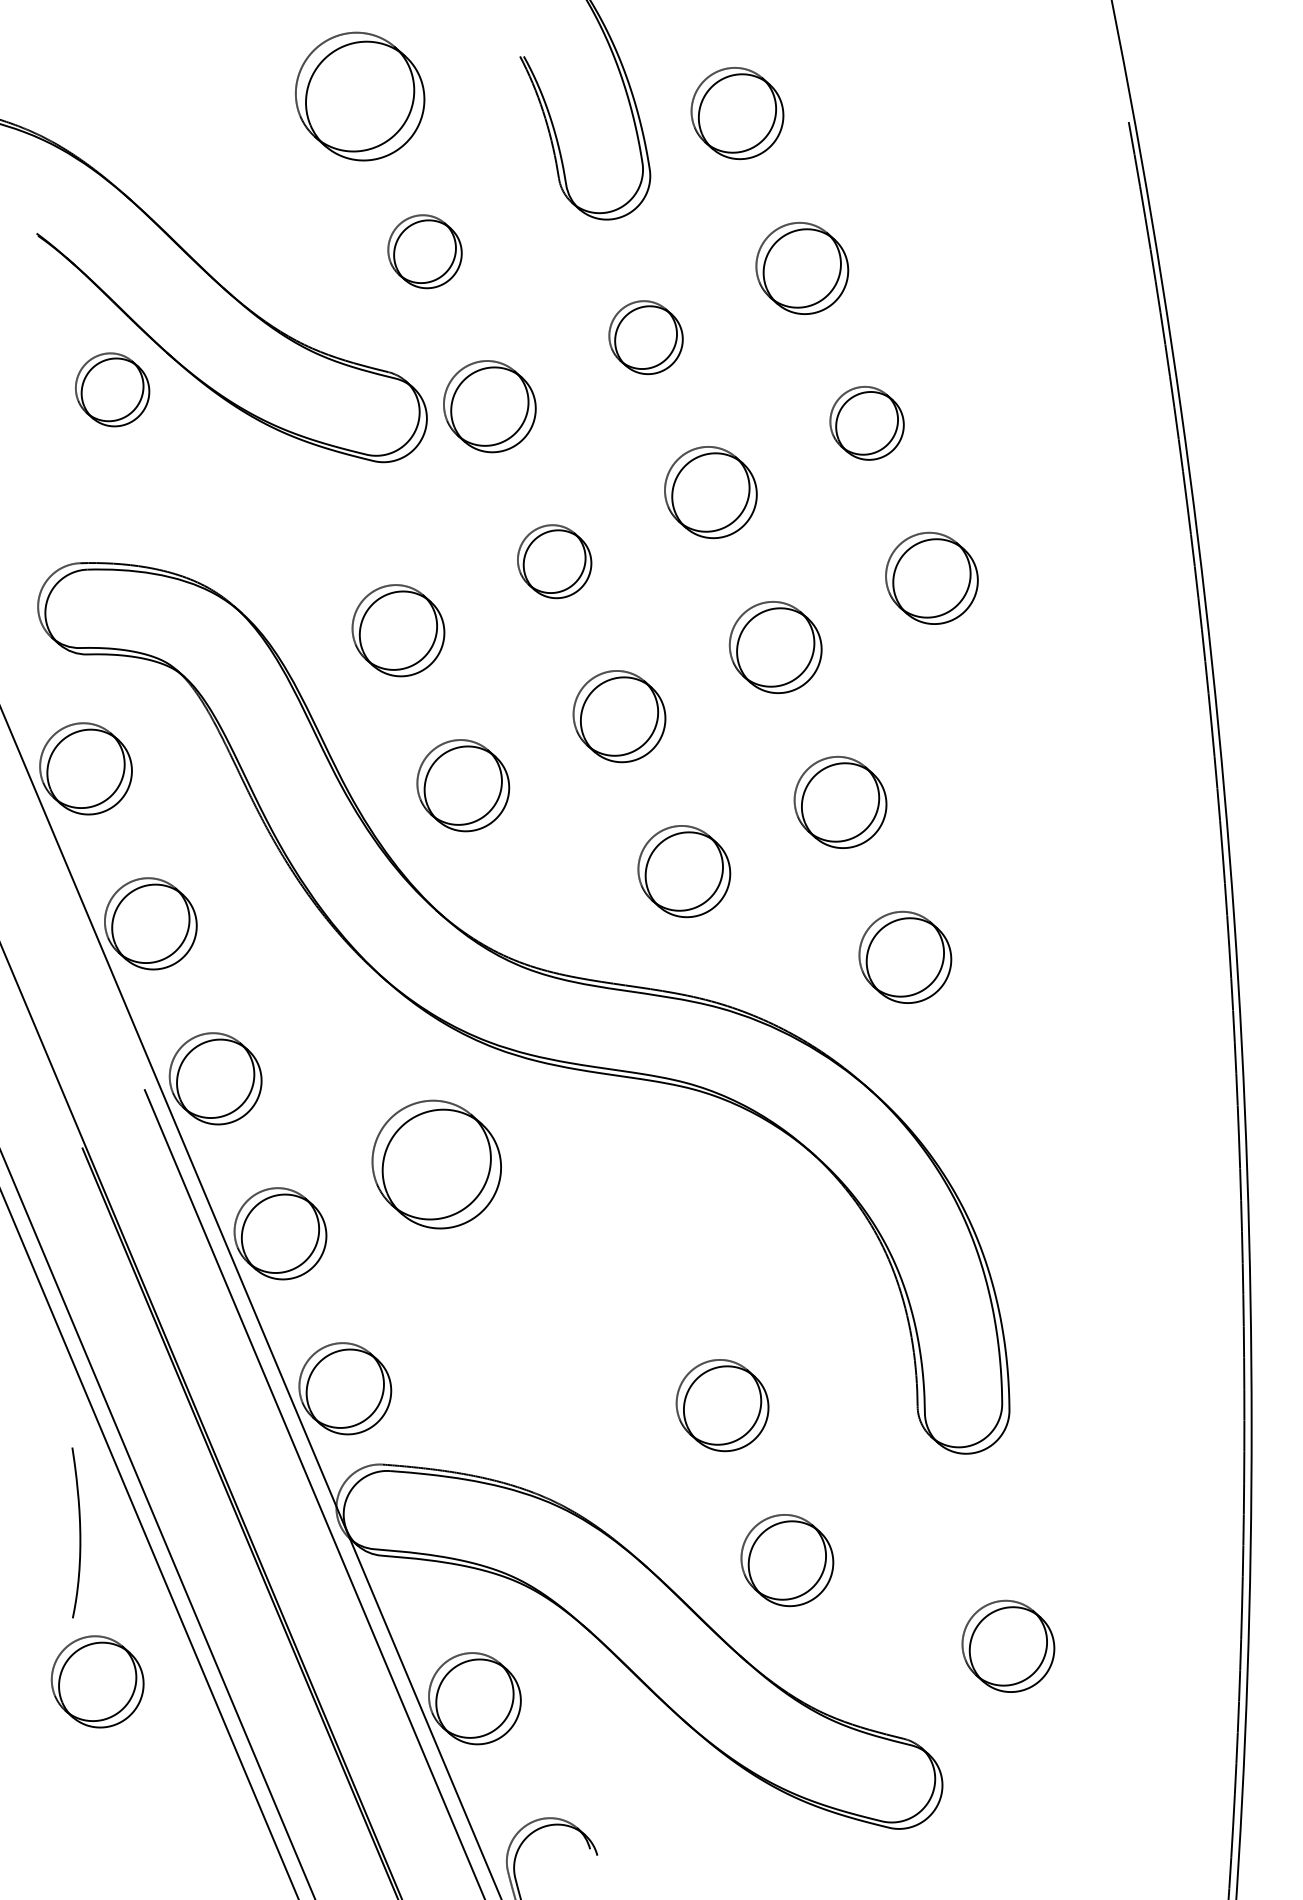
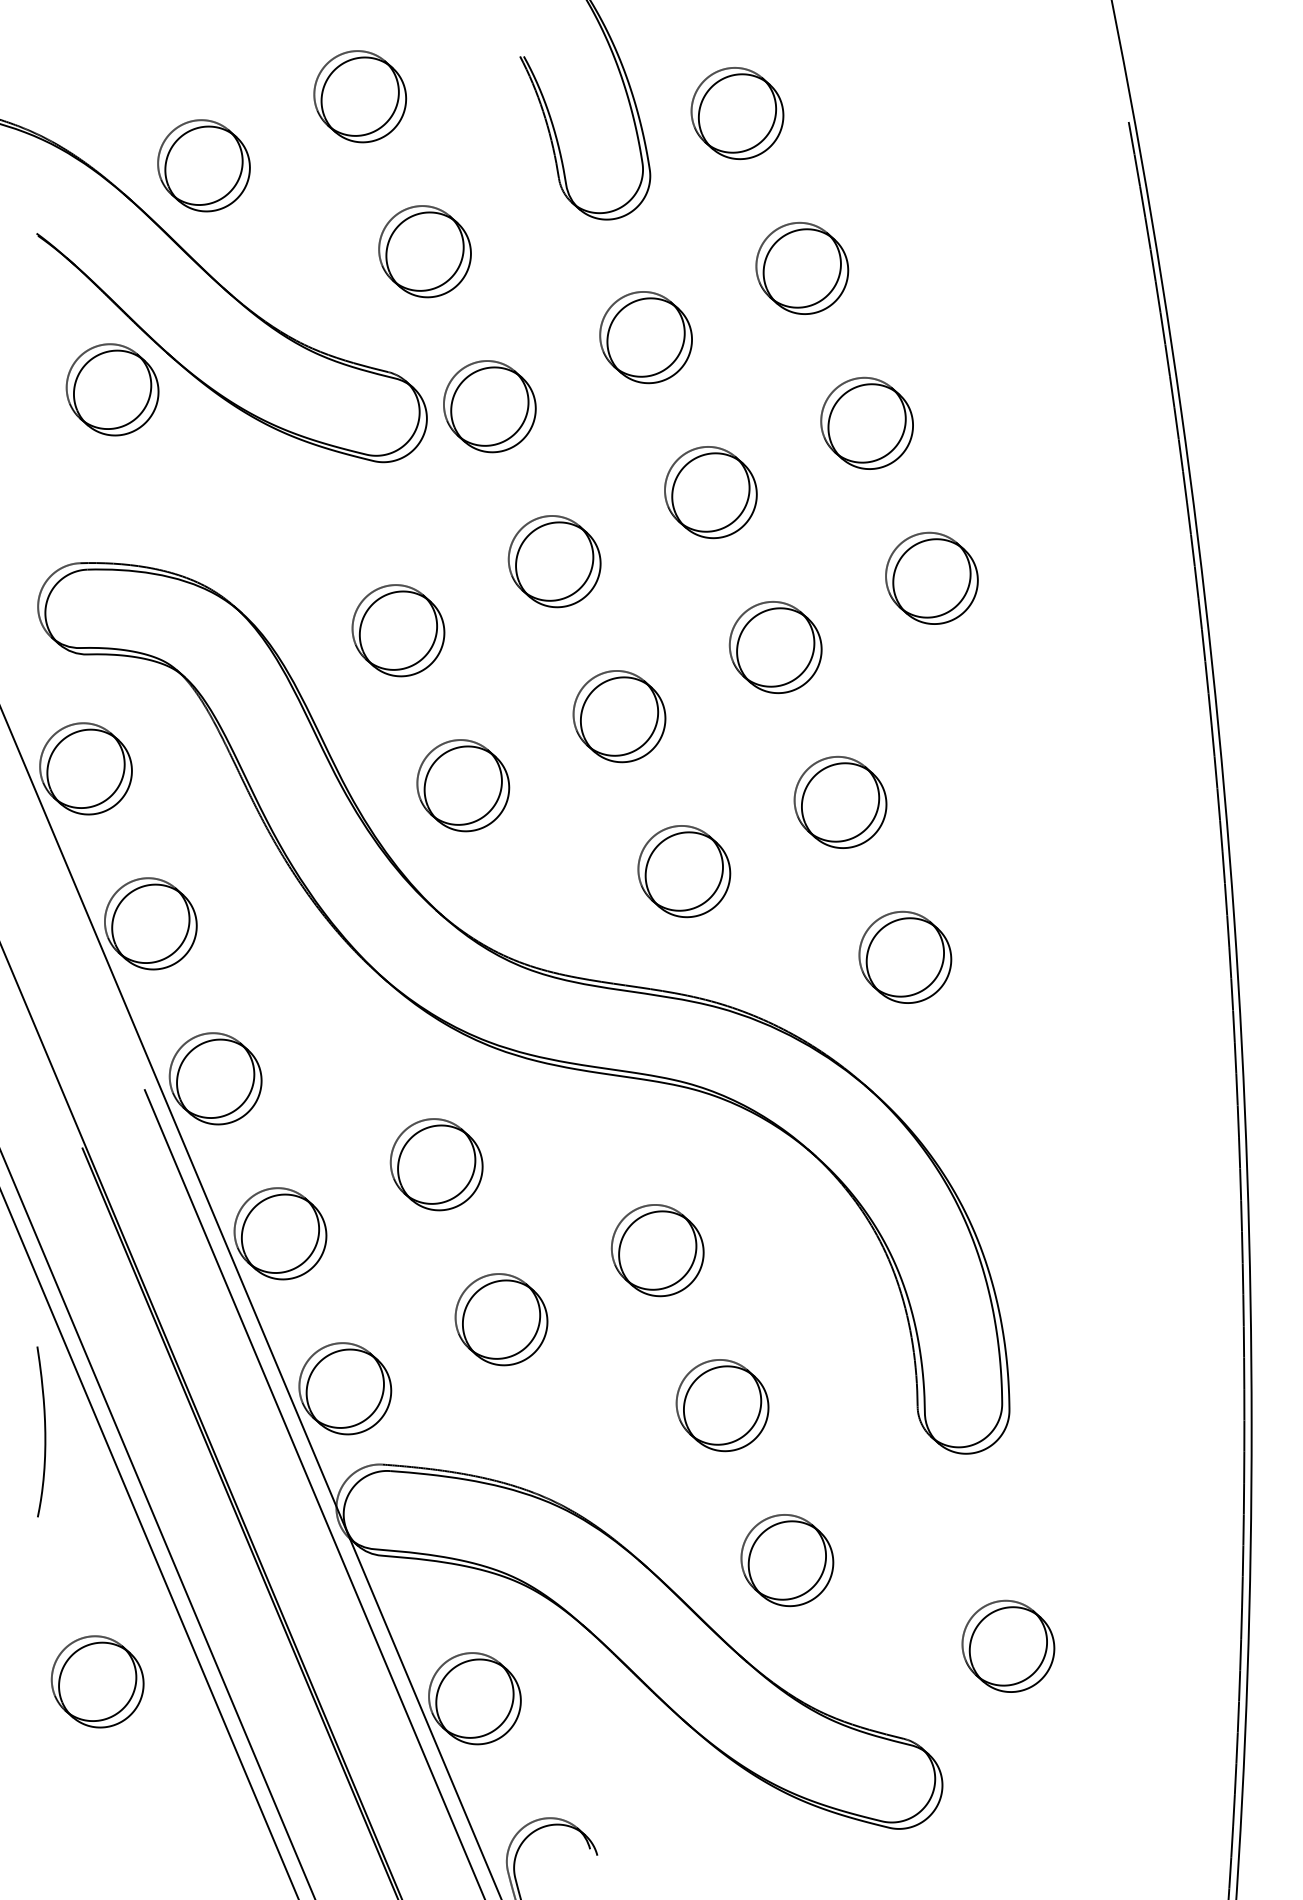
part at (360, 96) size: 131x131 px -> 95x94 px
part at (203, 165): none -> present
part at (424, 251) size: 76x76 px -> 94x94 px
part at (645, 337) size: 76x76 px -> 94x94 px
part at (112, 389) size: 76x76 px -> 95x94 px
part at (866, 423) size: 76x75 px -> 94x94 px
part at (554, 561) size: 76x76 px -> 95x94 px
part at (436, 1164) size: 131x131 px -> 95x94 px
part at (657, 1250): none -> present
part at (501, 1319): none -> present
curve at (79, 1532) position: (79, 1532) -> (44, 1431)
